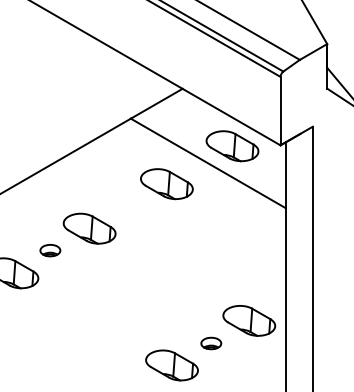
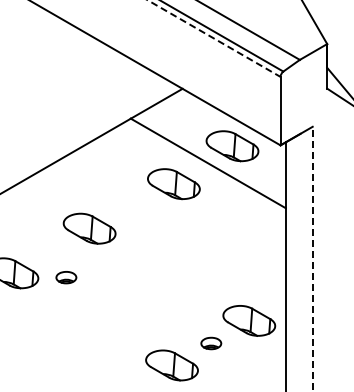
line at (213, 38): solid -> dashed
part at (166, 184) position: (166, 184) -> (173, 184)
part at (50, 250) position: (50, 250) -> (66, 277)
line at (312, 258): solid -> dashed
